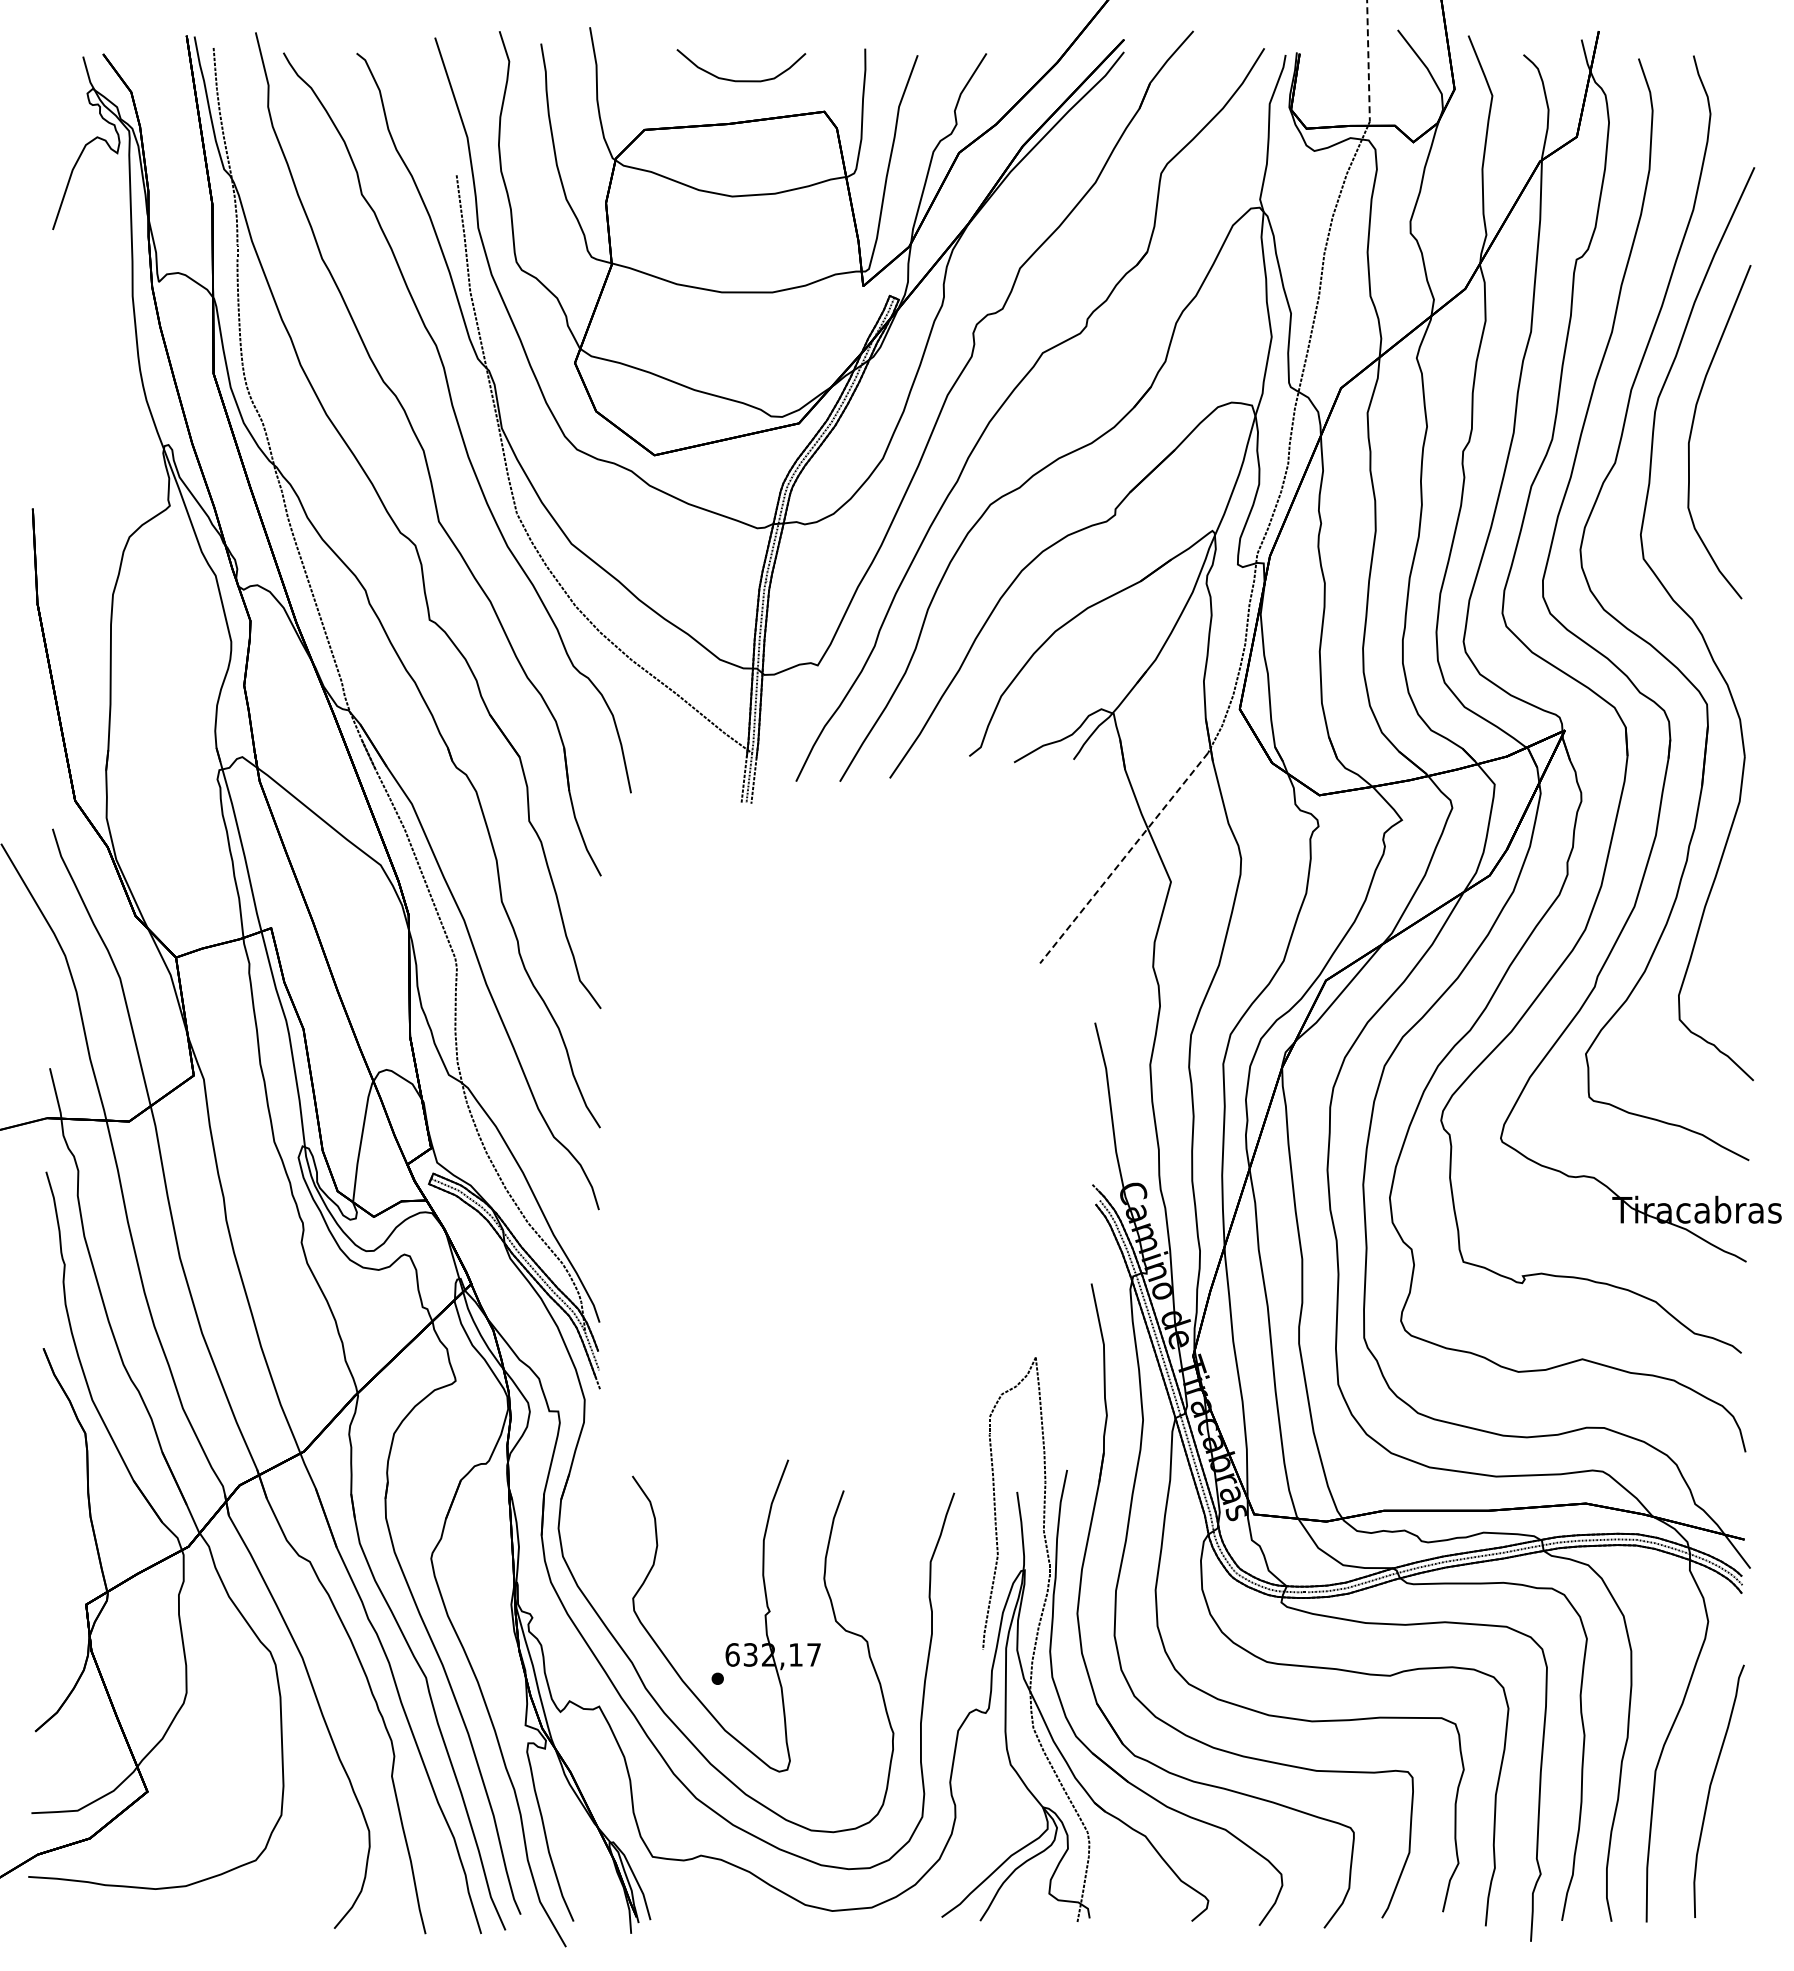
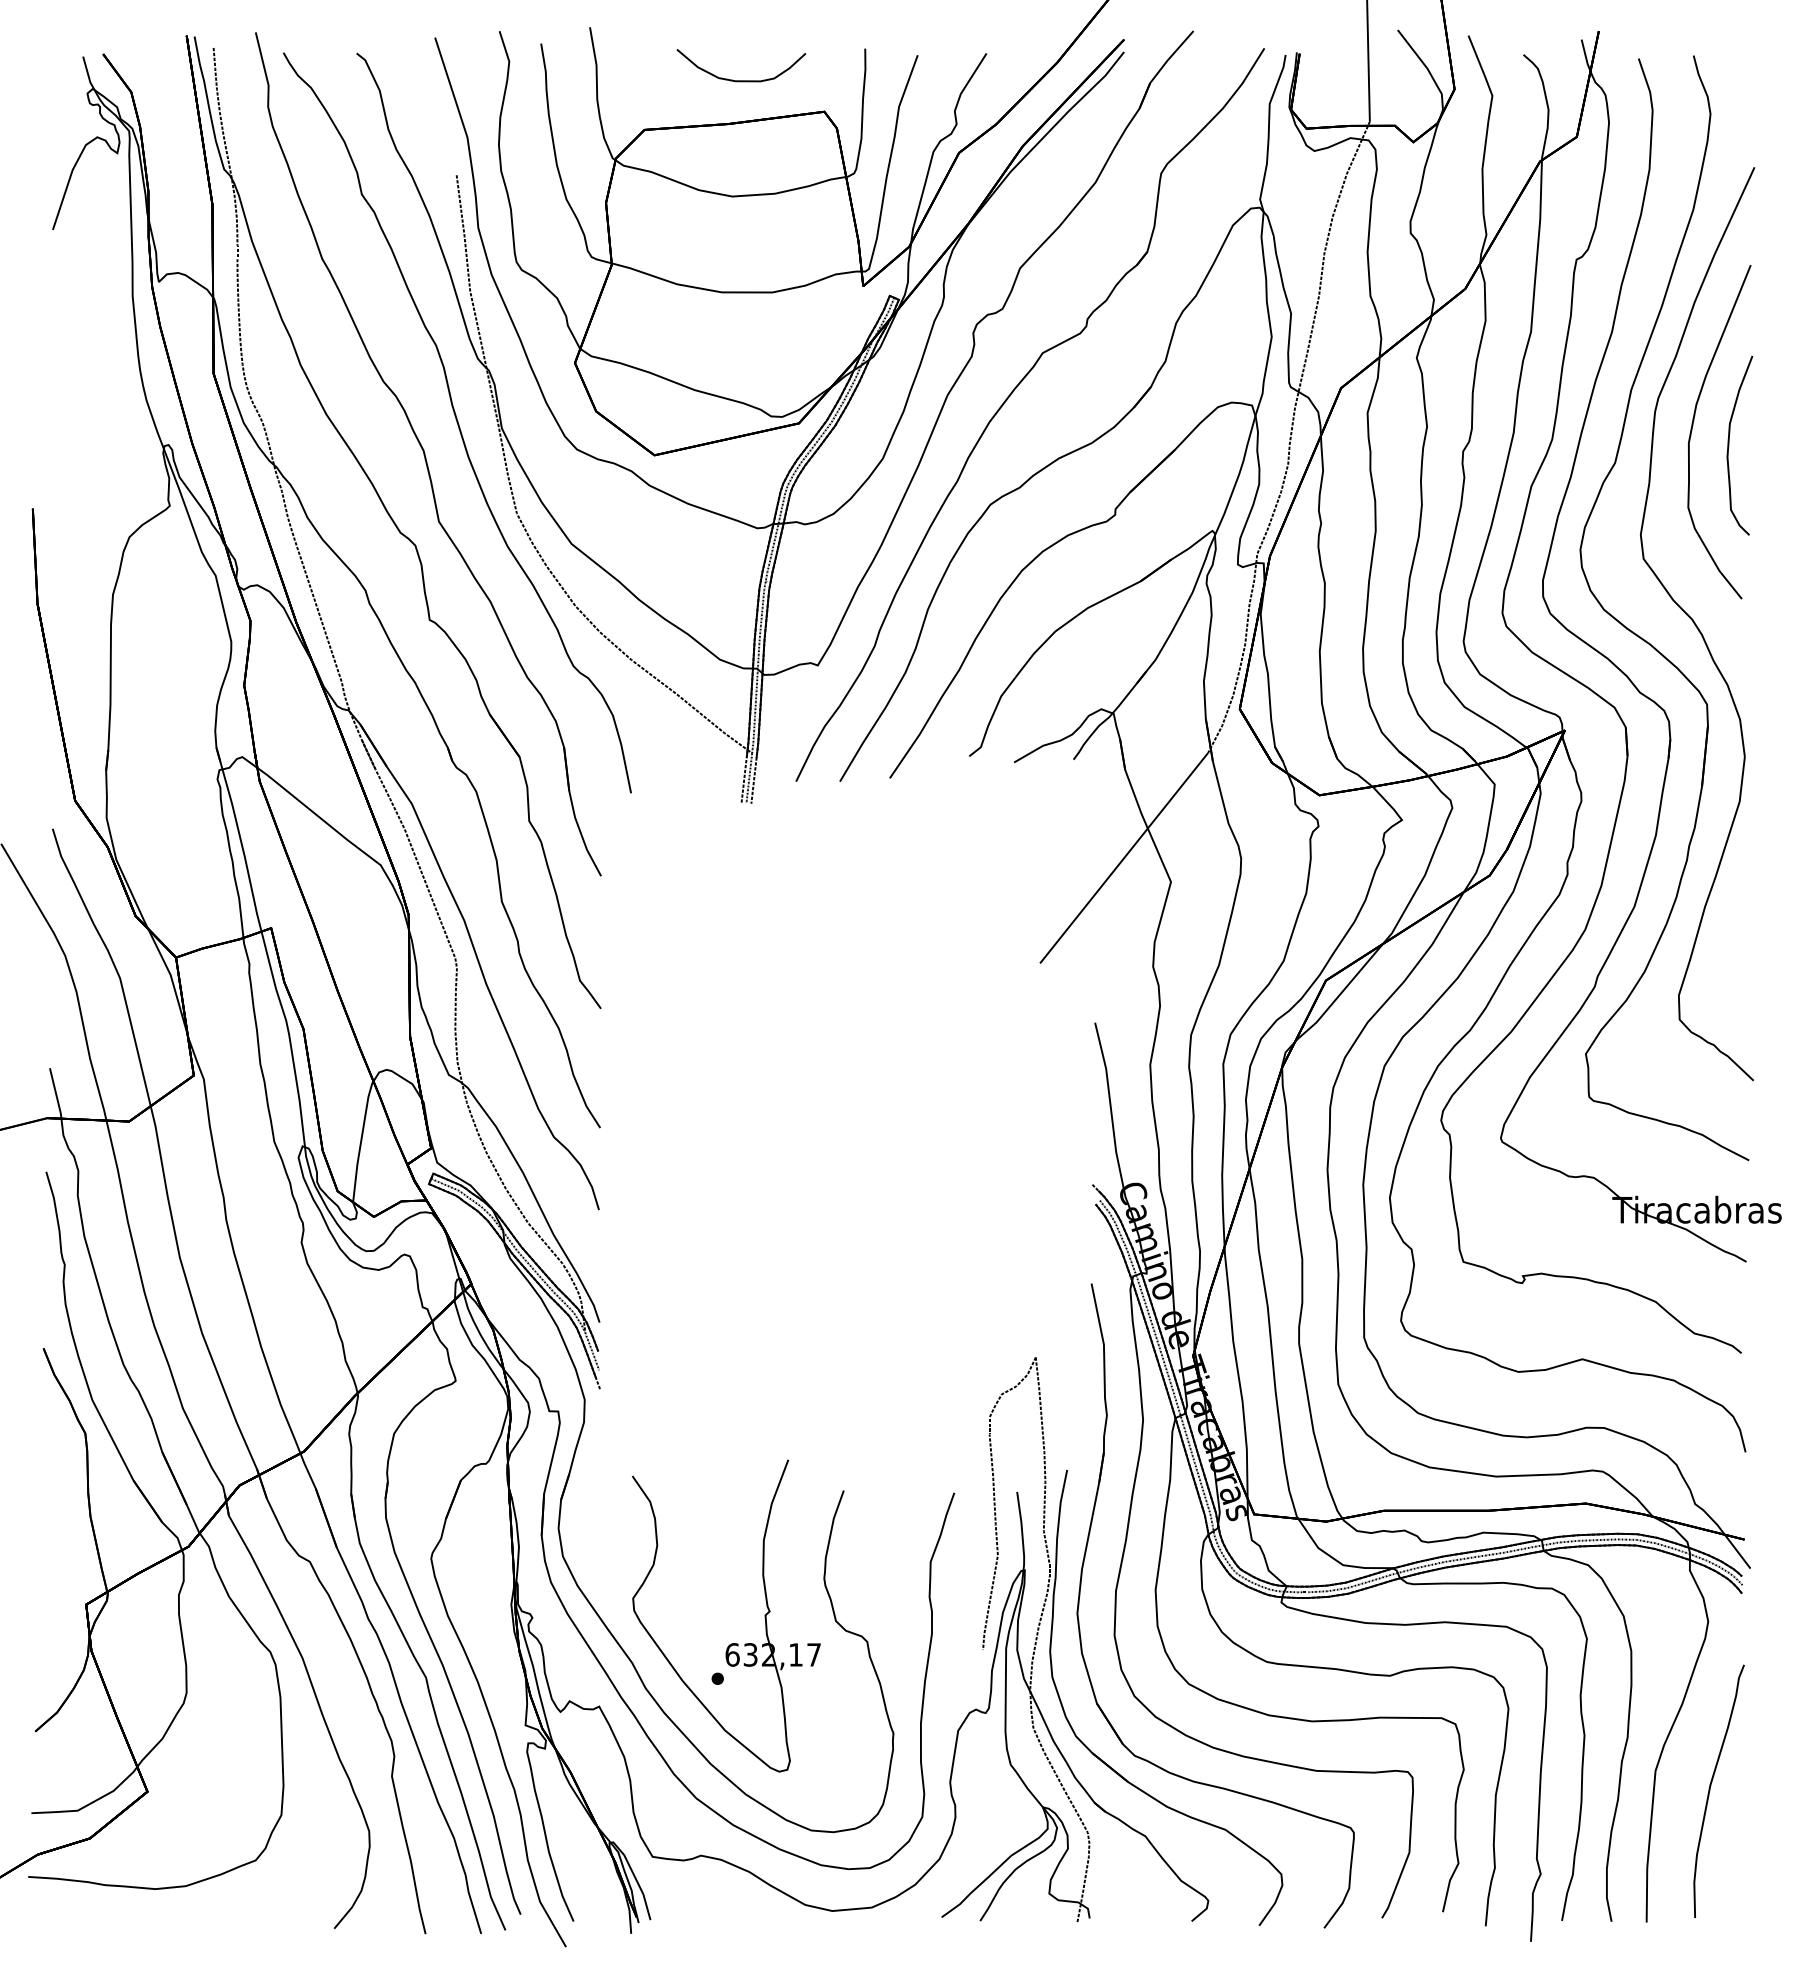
line at (1368, 61): dashed -> solid
part at (1729, 445): none -> present
line at (1124, 858): dashed -> solid
